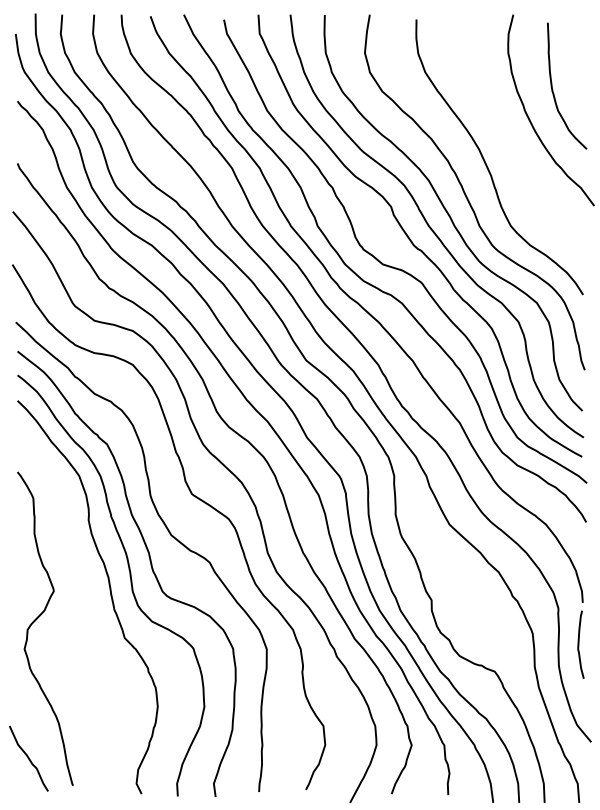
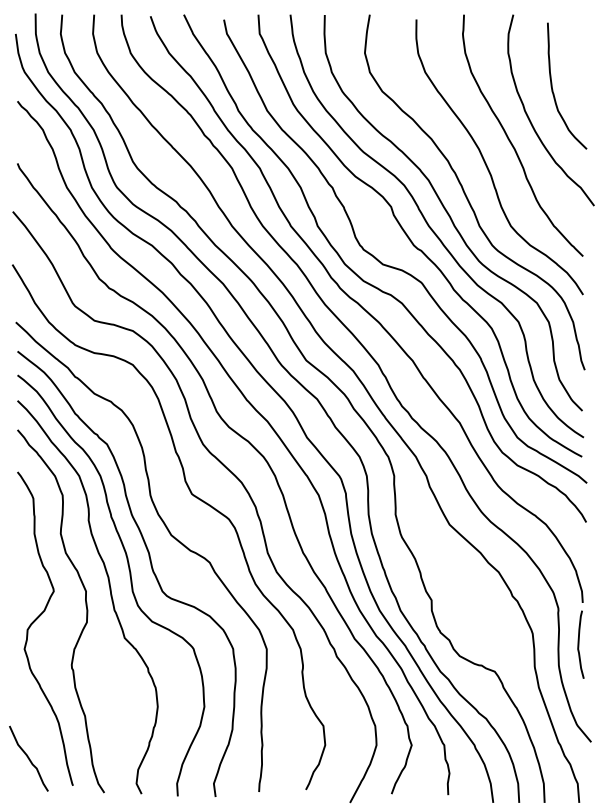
curve at (511, 141): none -> present
curve at (85, 606): none -> present
